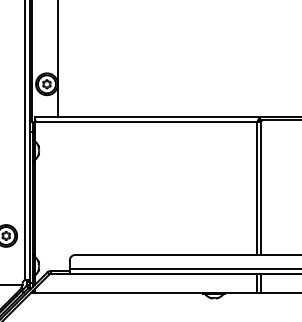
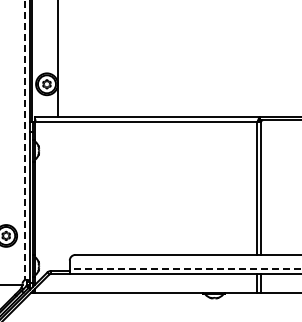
line at (25, 140): solid -> dashed
line at (185, 269): solid -> dashed
